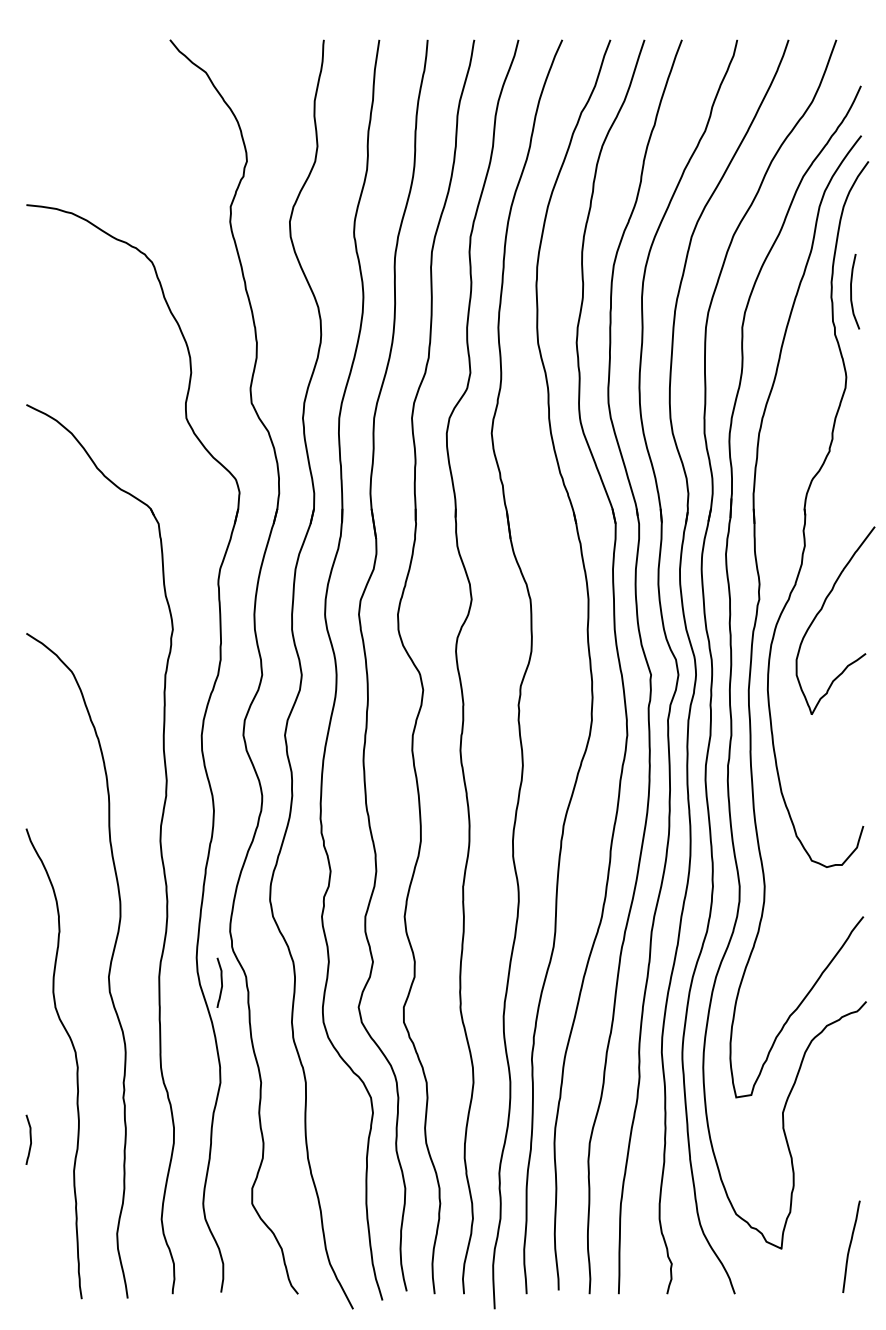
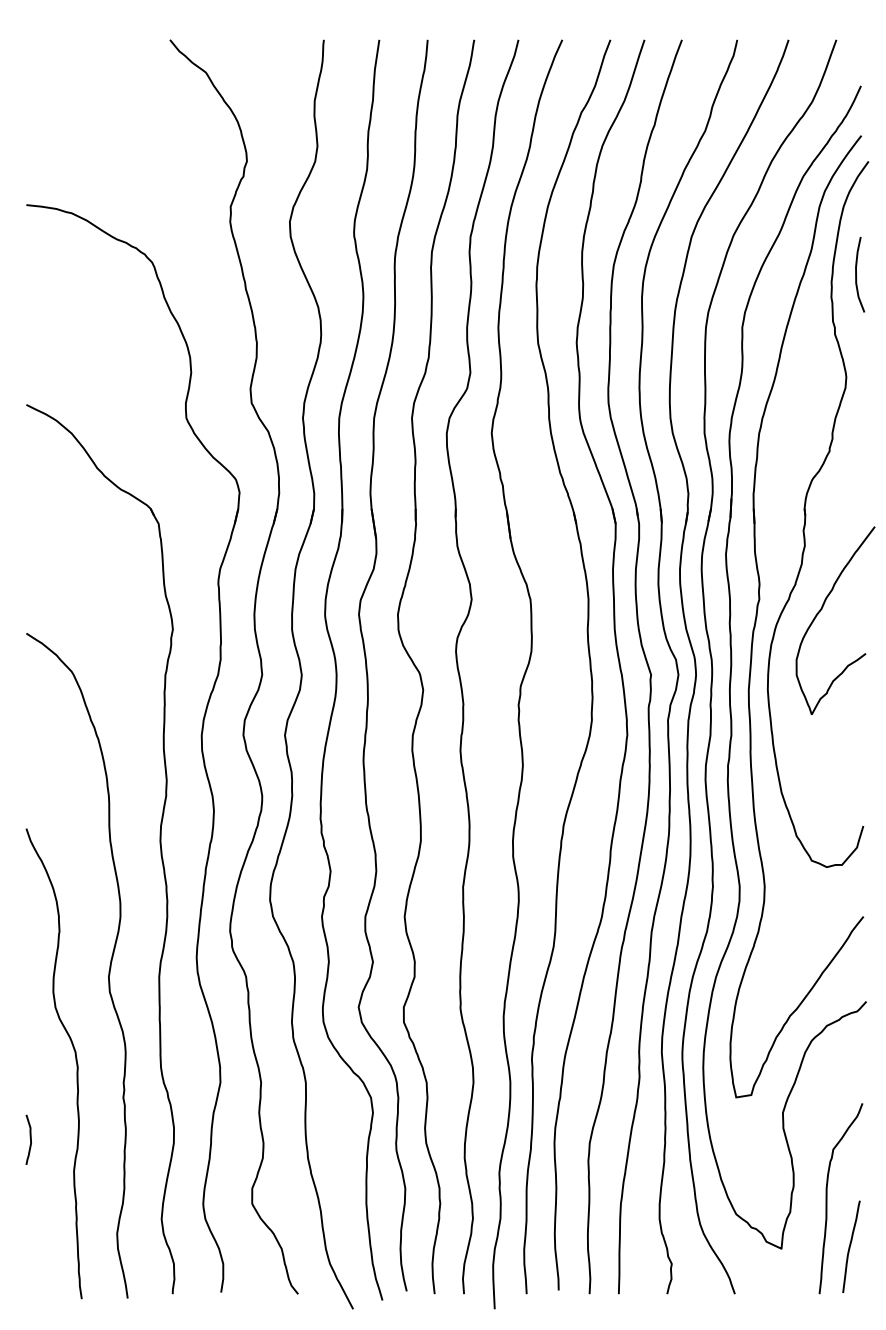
curve at (851, 291) position: (851, 291) -> (856, 274)
curve at (221, 982): present -> none
curve at (827, 1198): none -> present
